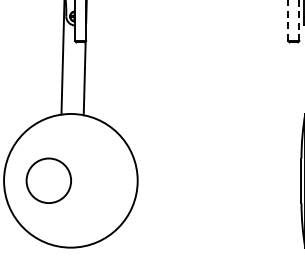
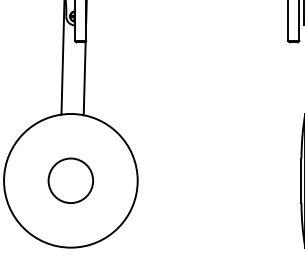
line at (299, 20): dashed -> solid
line at (288, 21): dashed -> solid
circle at (48, 180) position: (48, 180) -> (70, 180)
